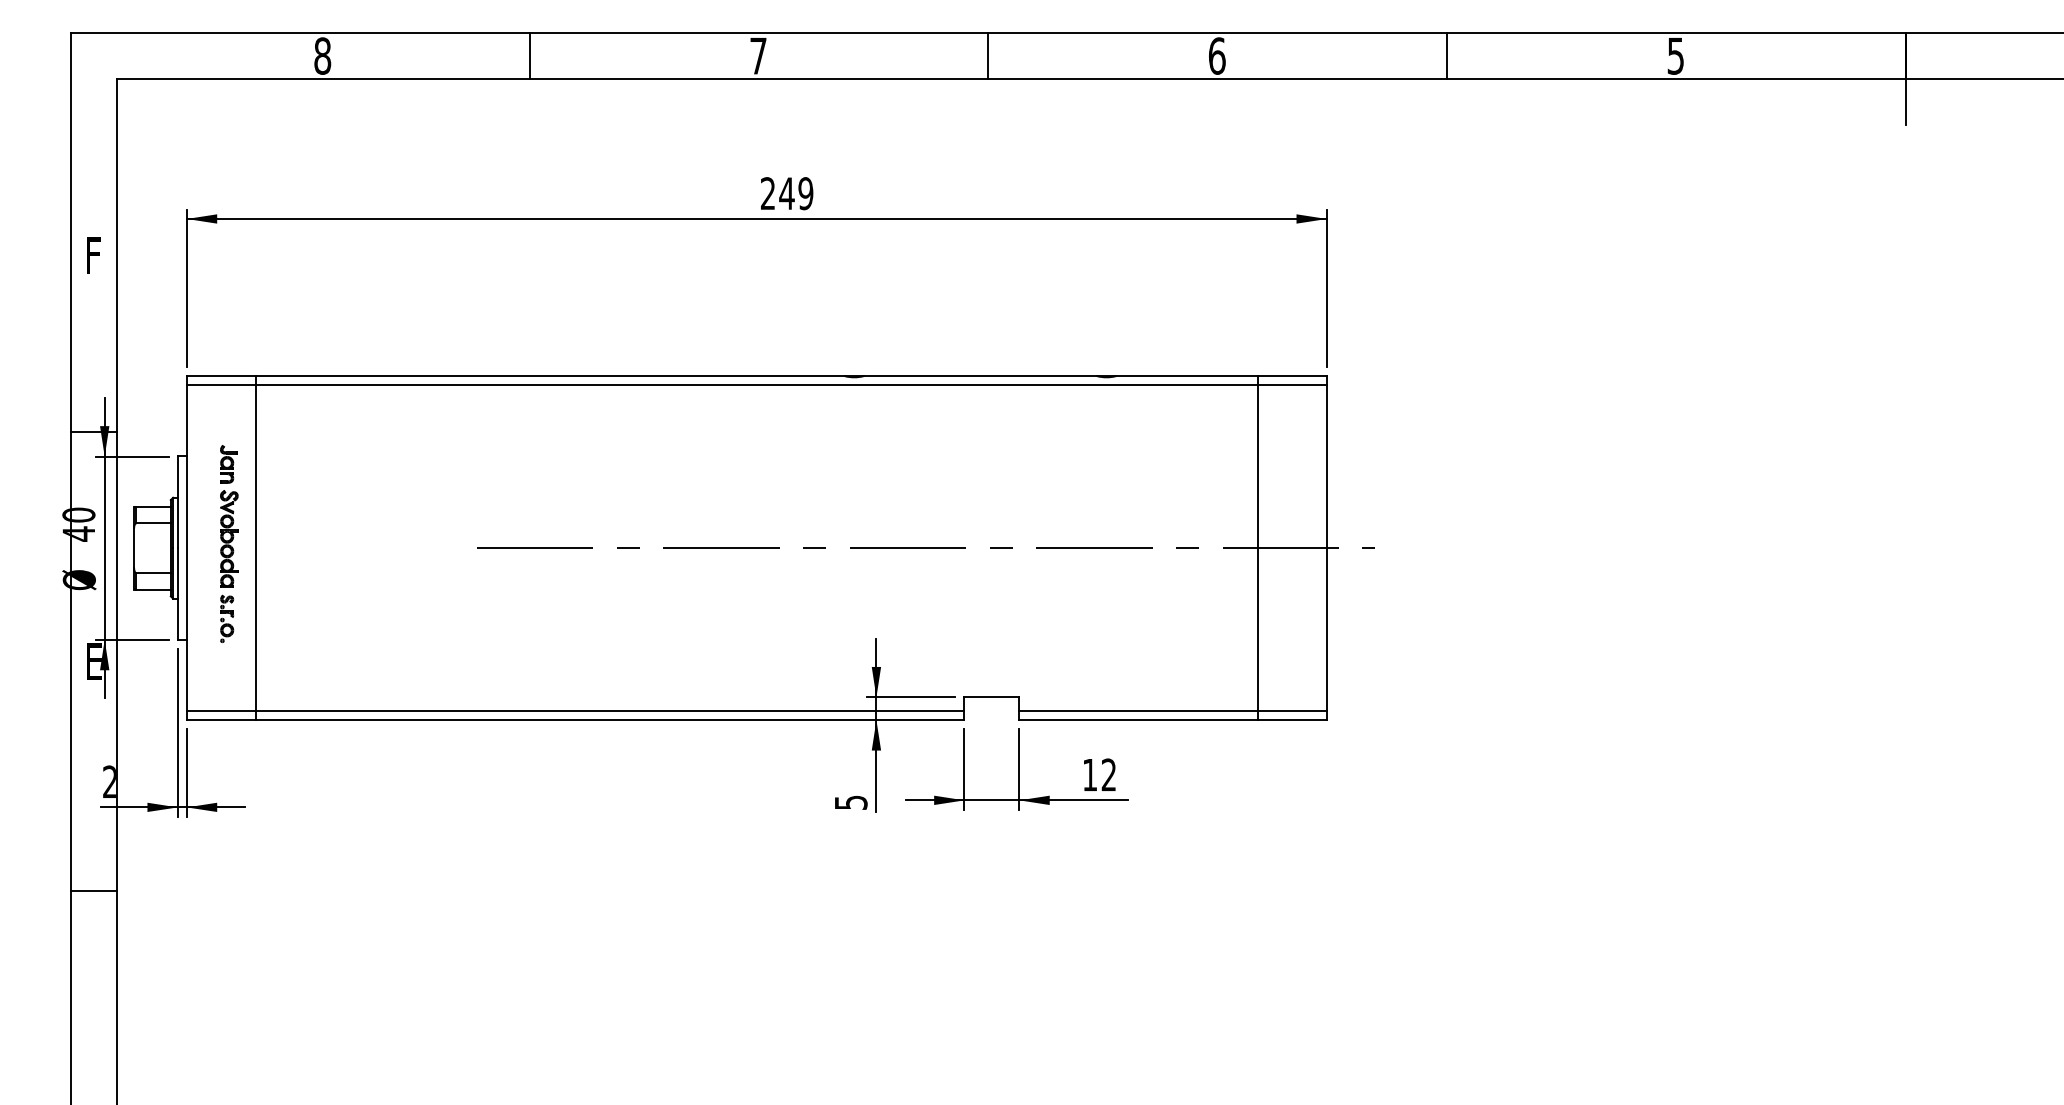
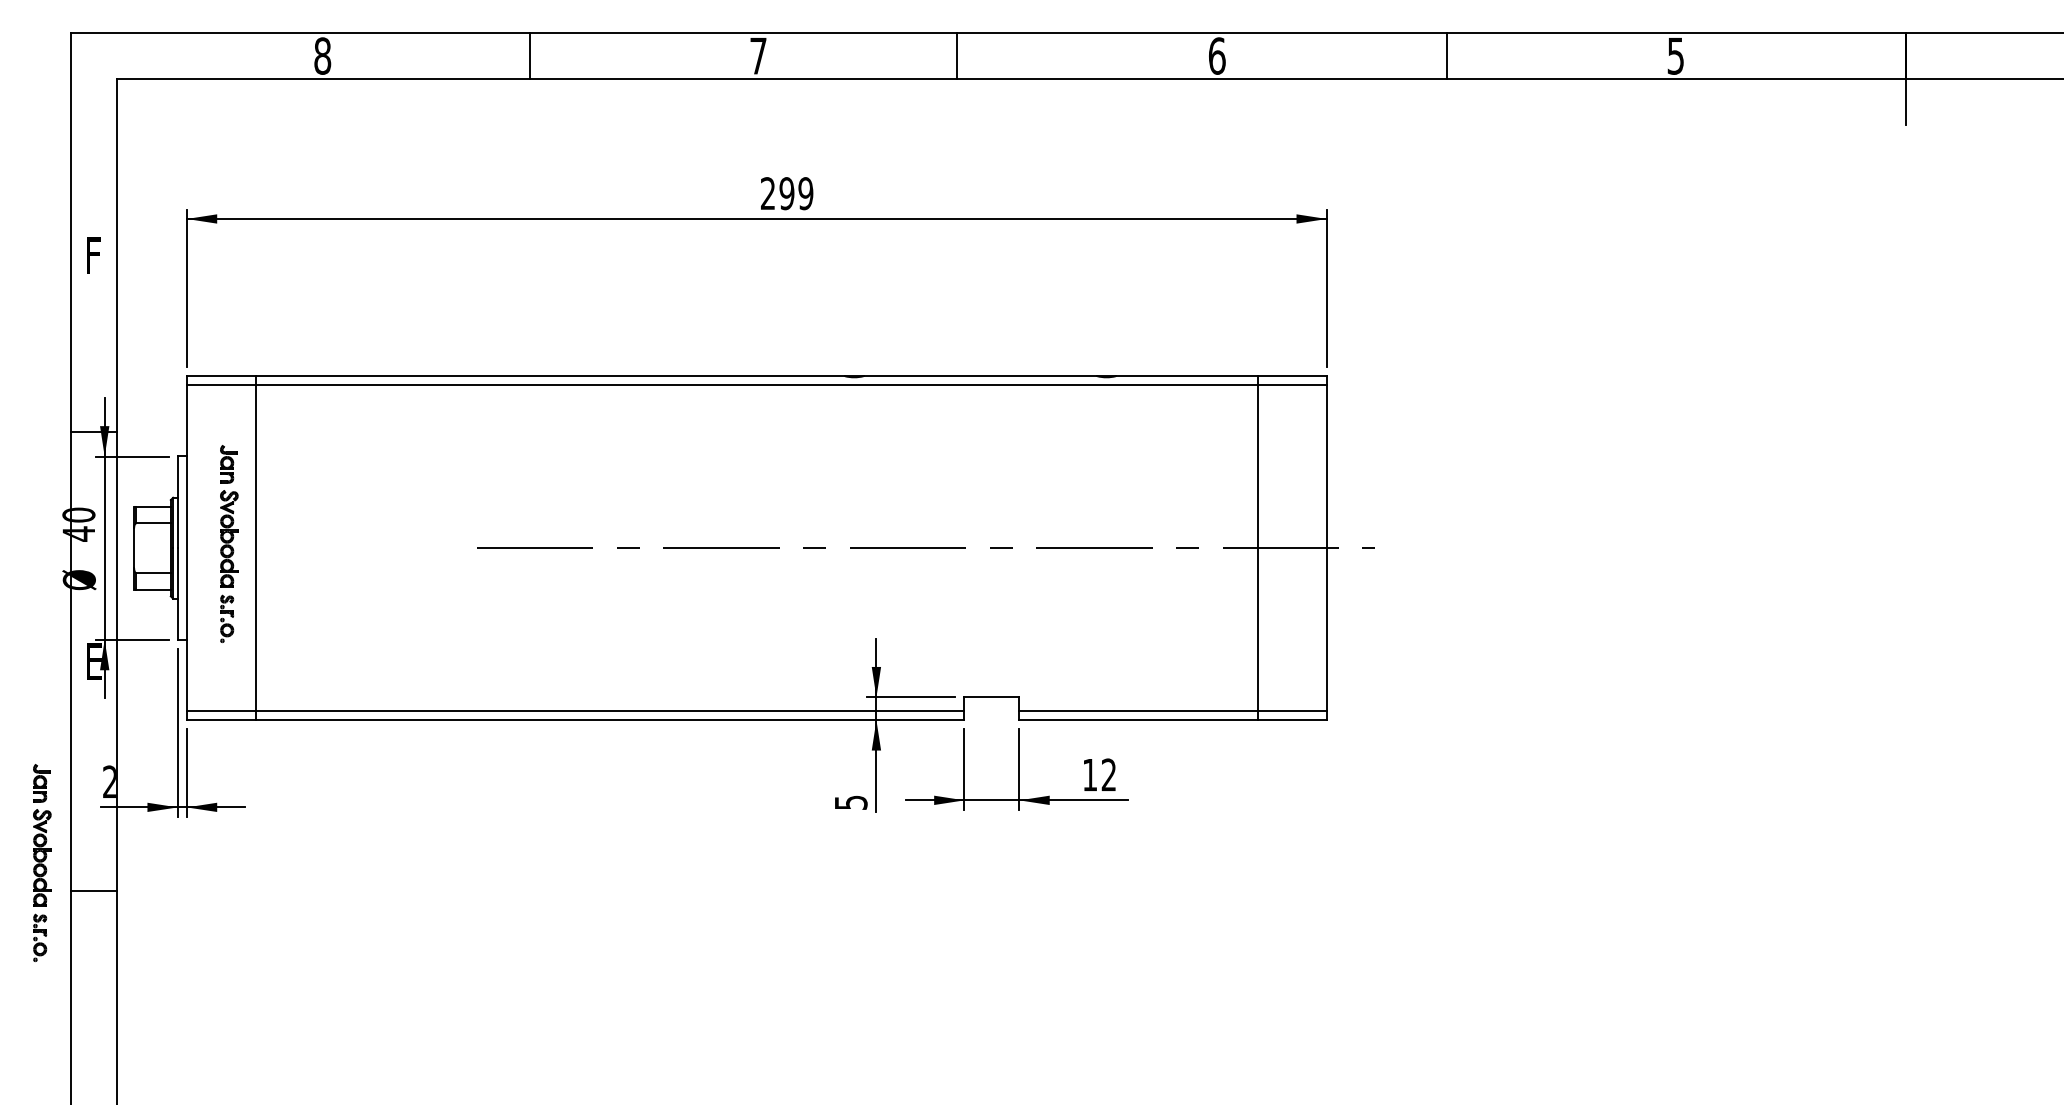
line at (988, 55) position: (988, 55) -> (957, 55)
text at (786, 193): 249 -> 299
part at (42, 862): none -> present
